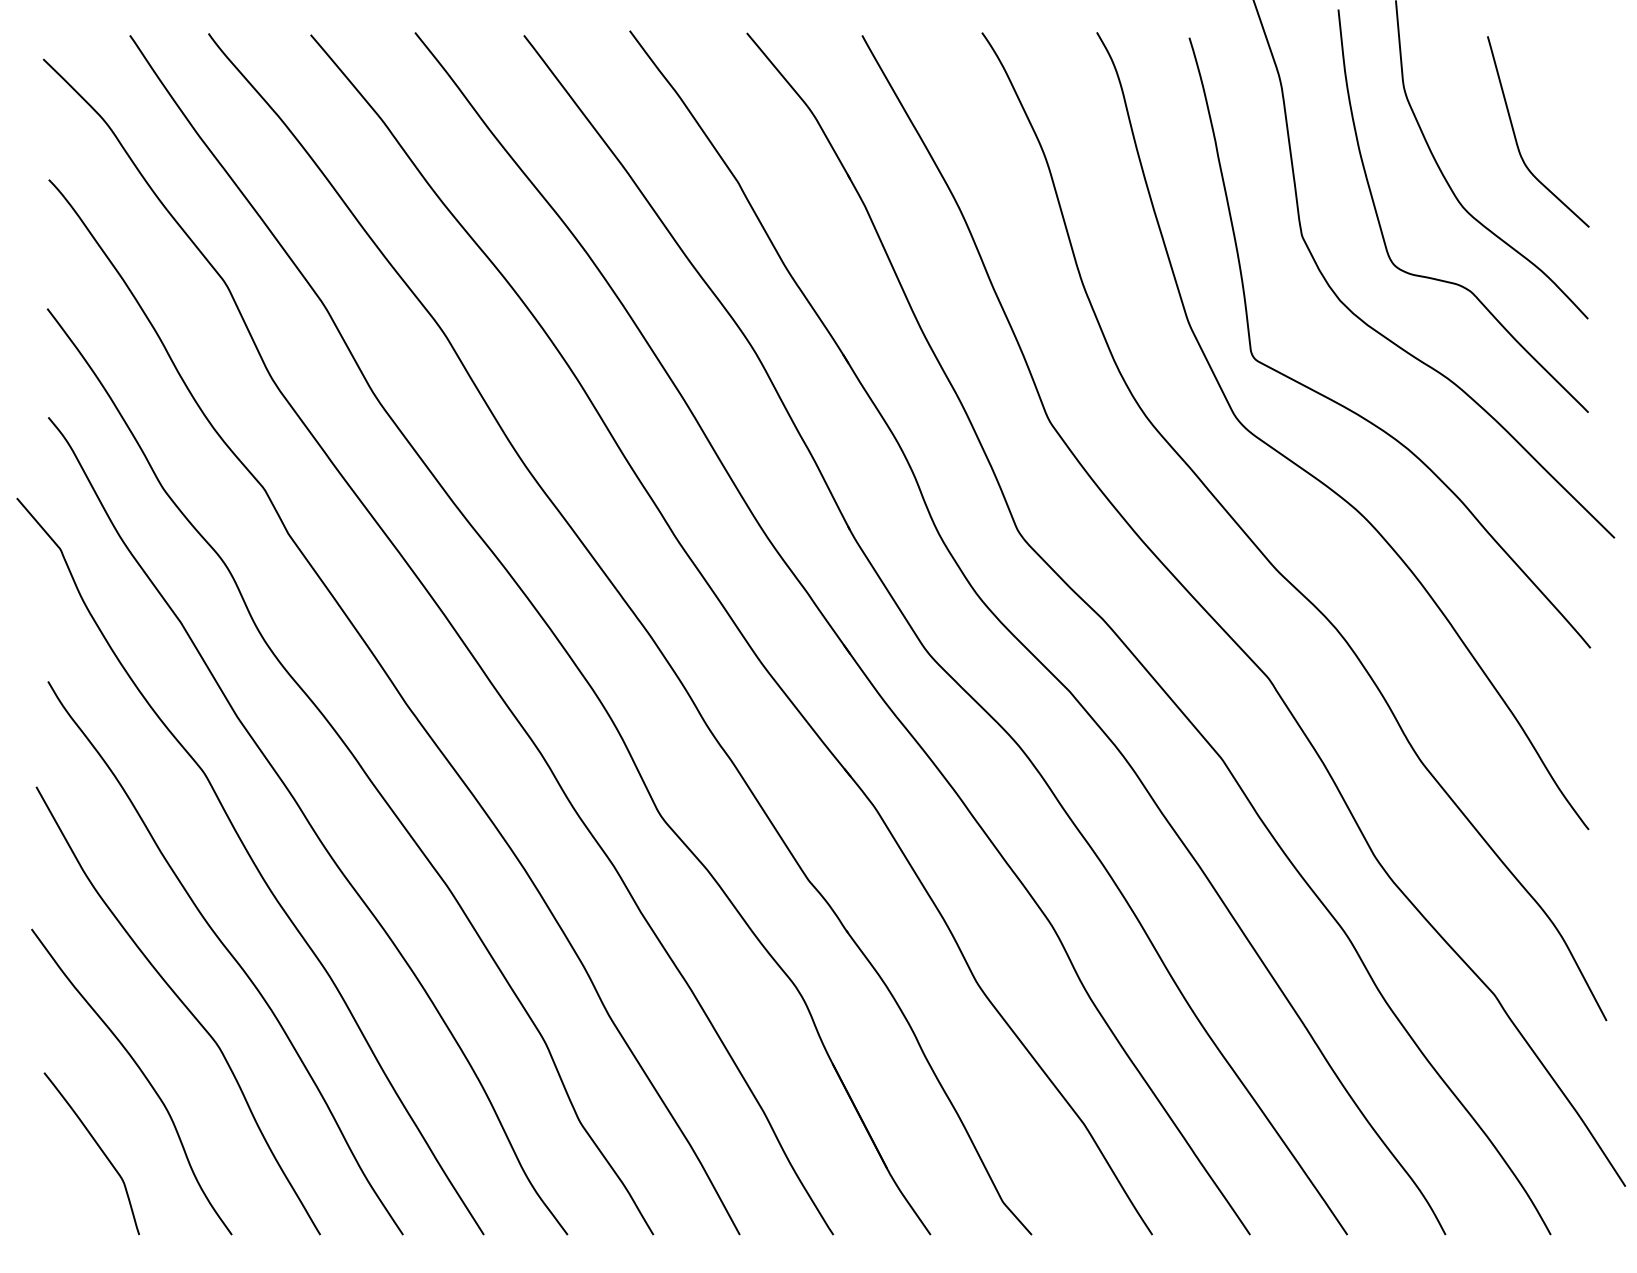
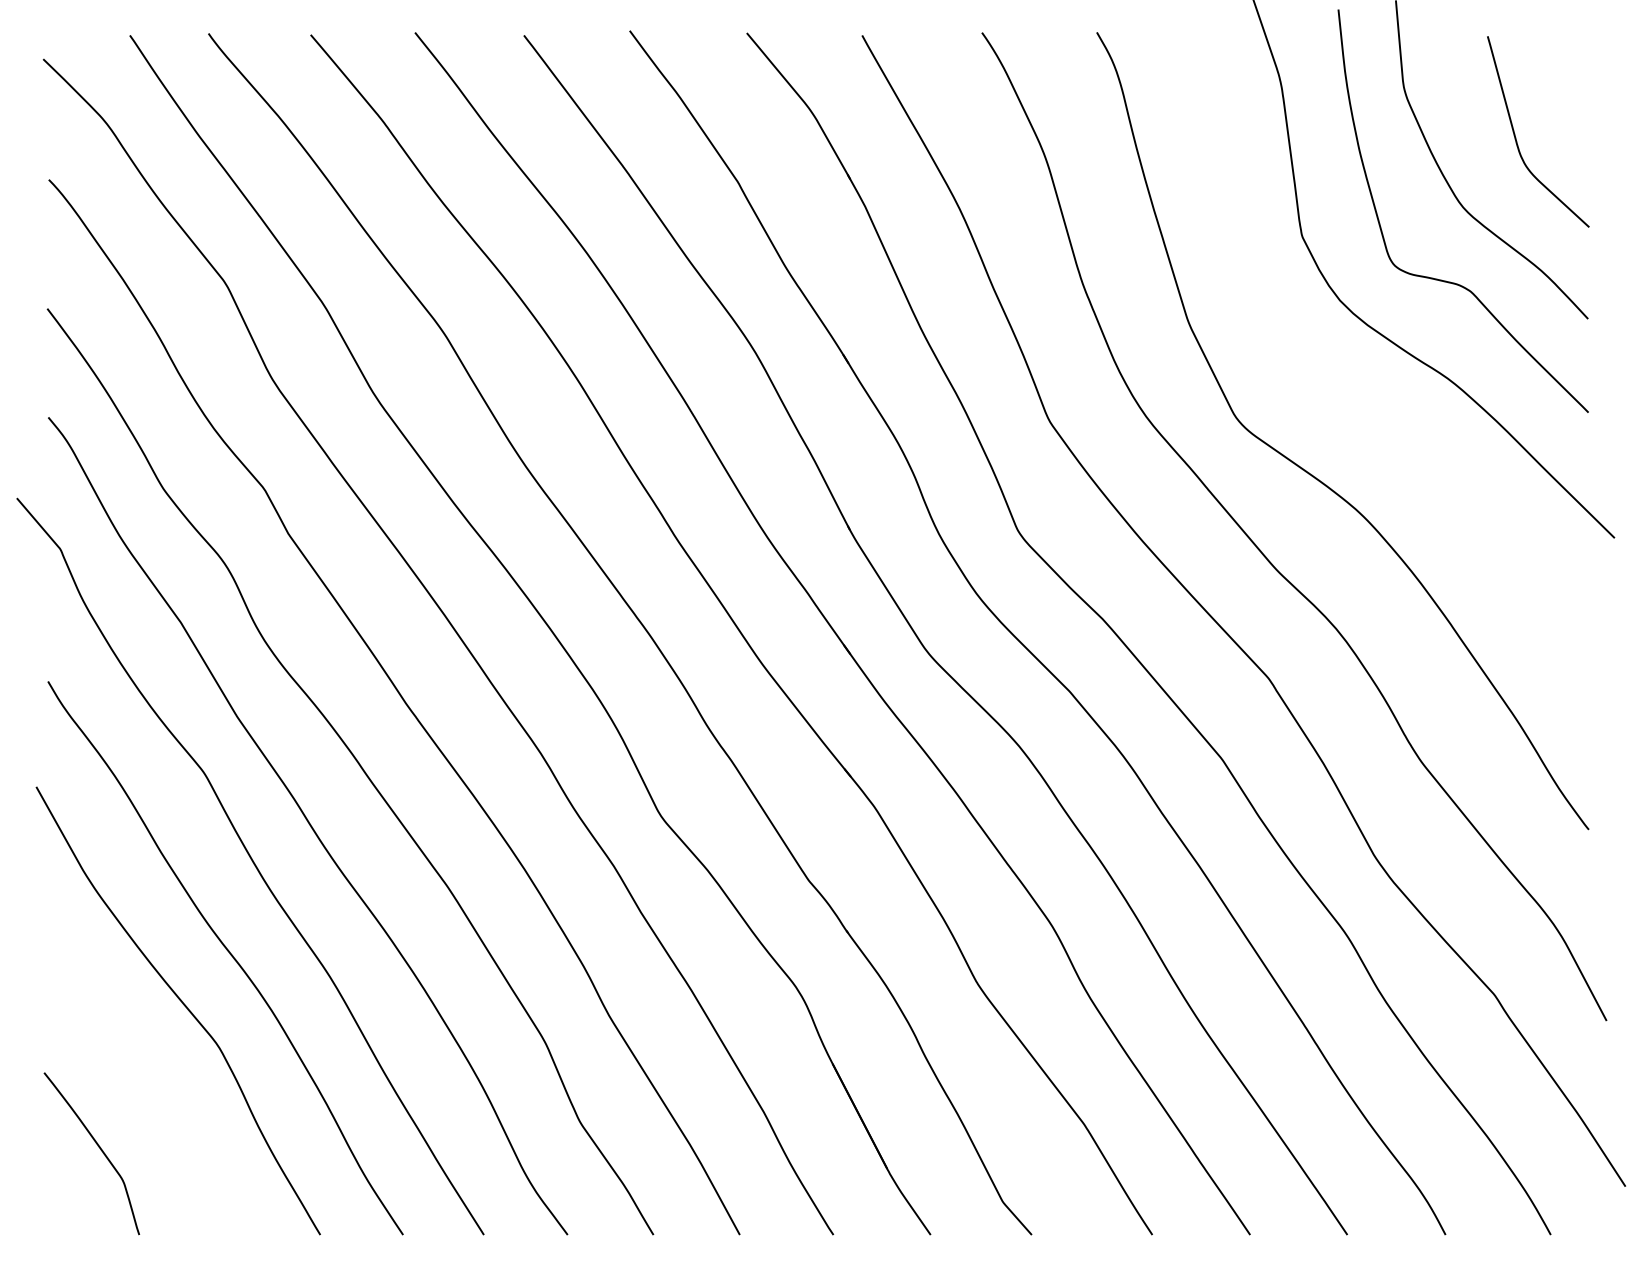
curve at (1349, 408): present -> none
curve at (142, 1074): present -> none
